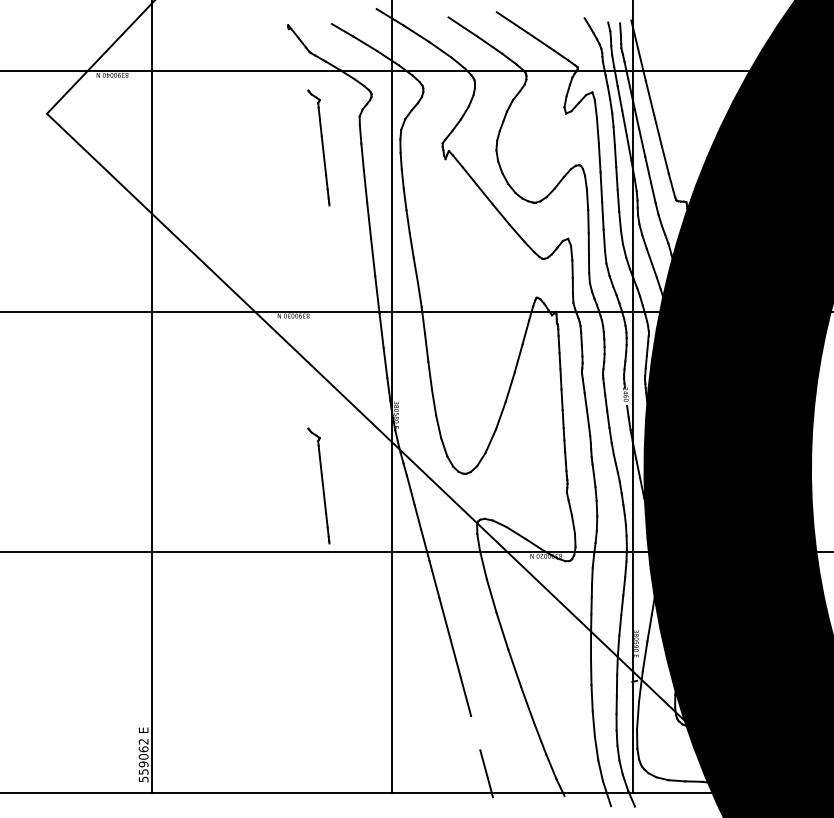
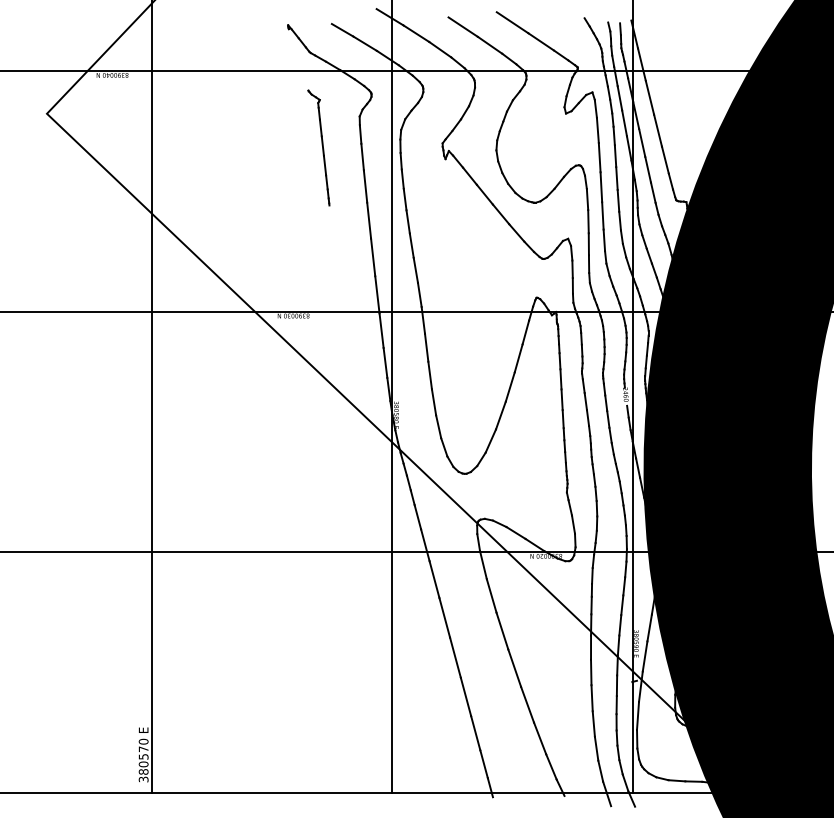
part at (318, 485): present -> none
line at (475, 733): none -> present
text at (143, 760): 559062 -> 380570
